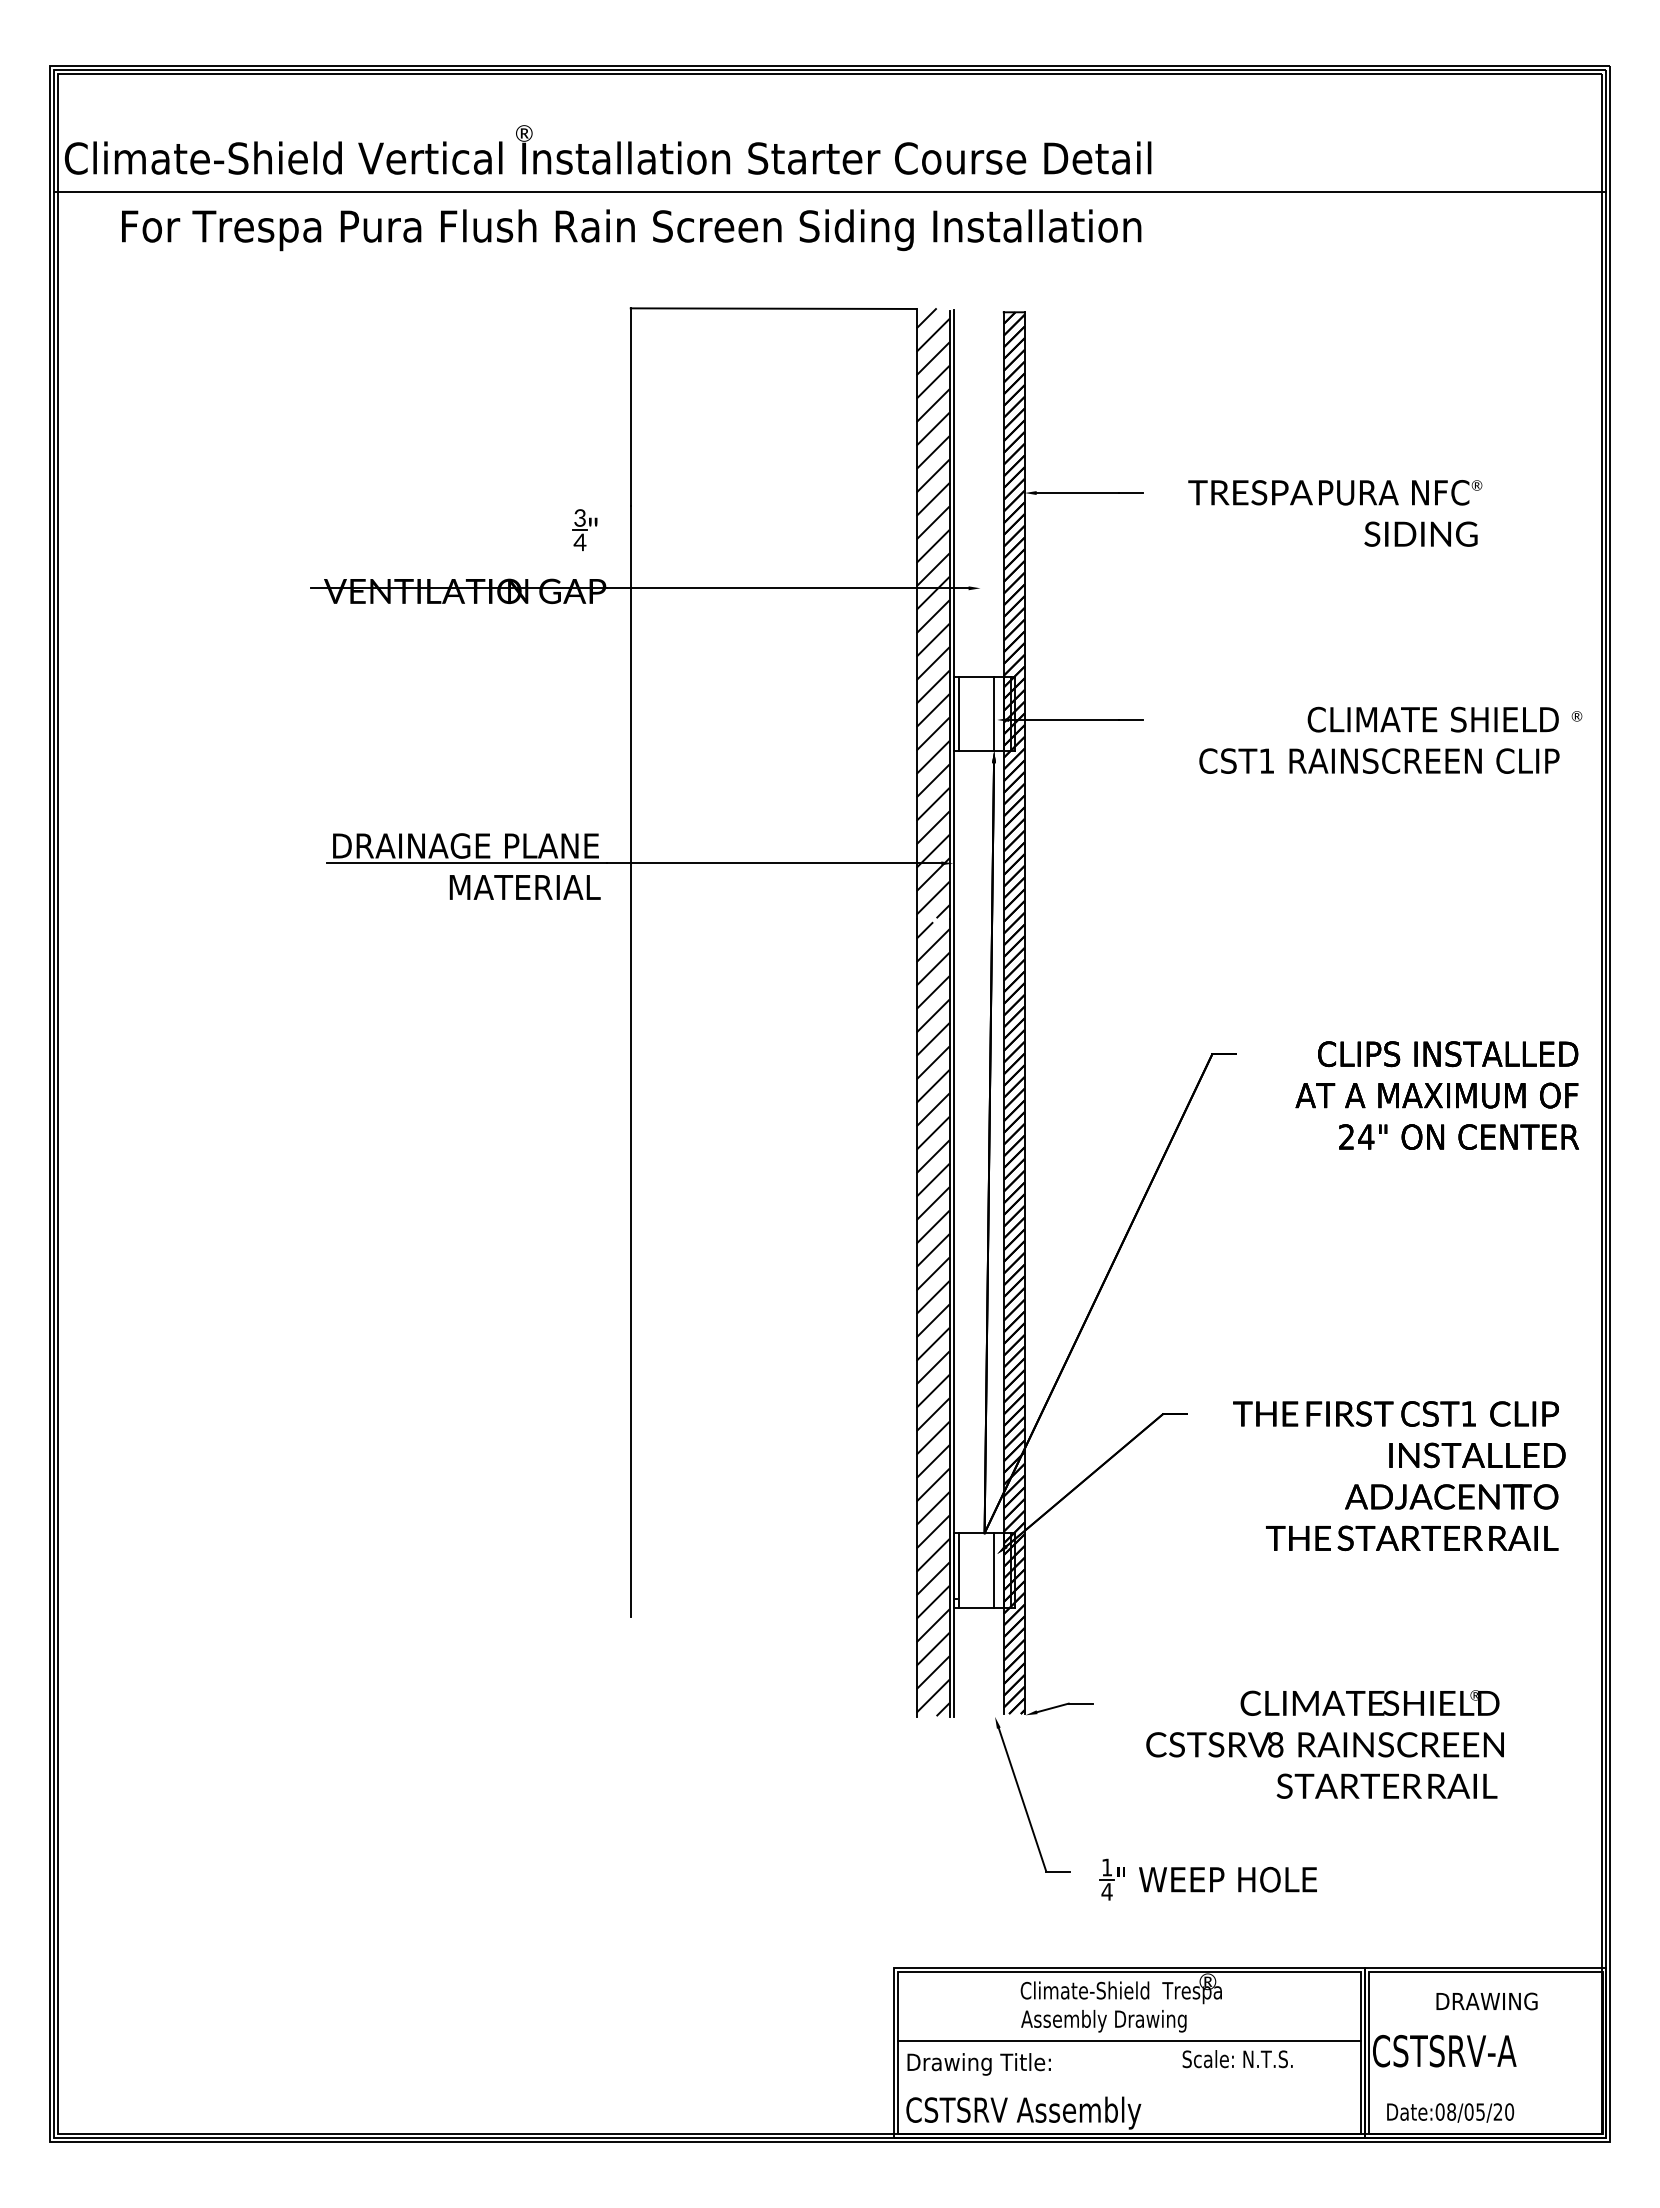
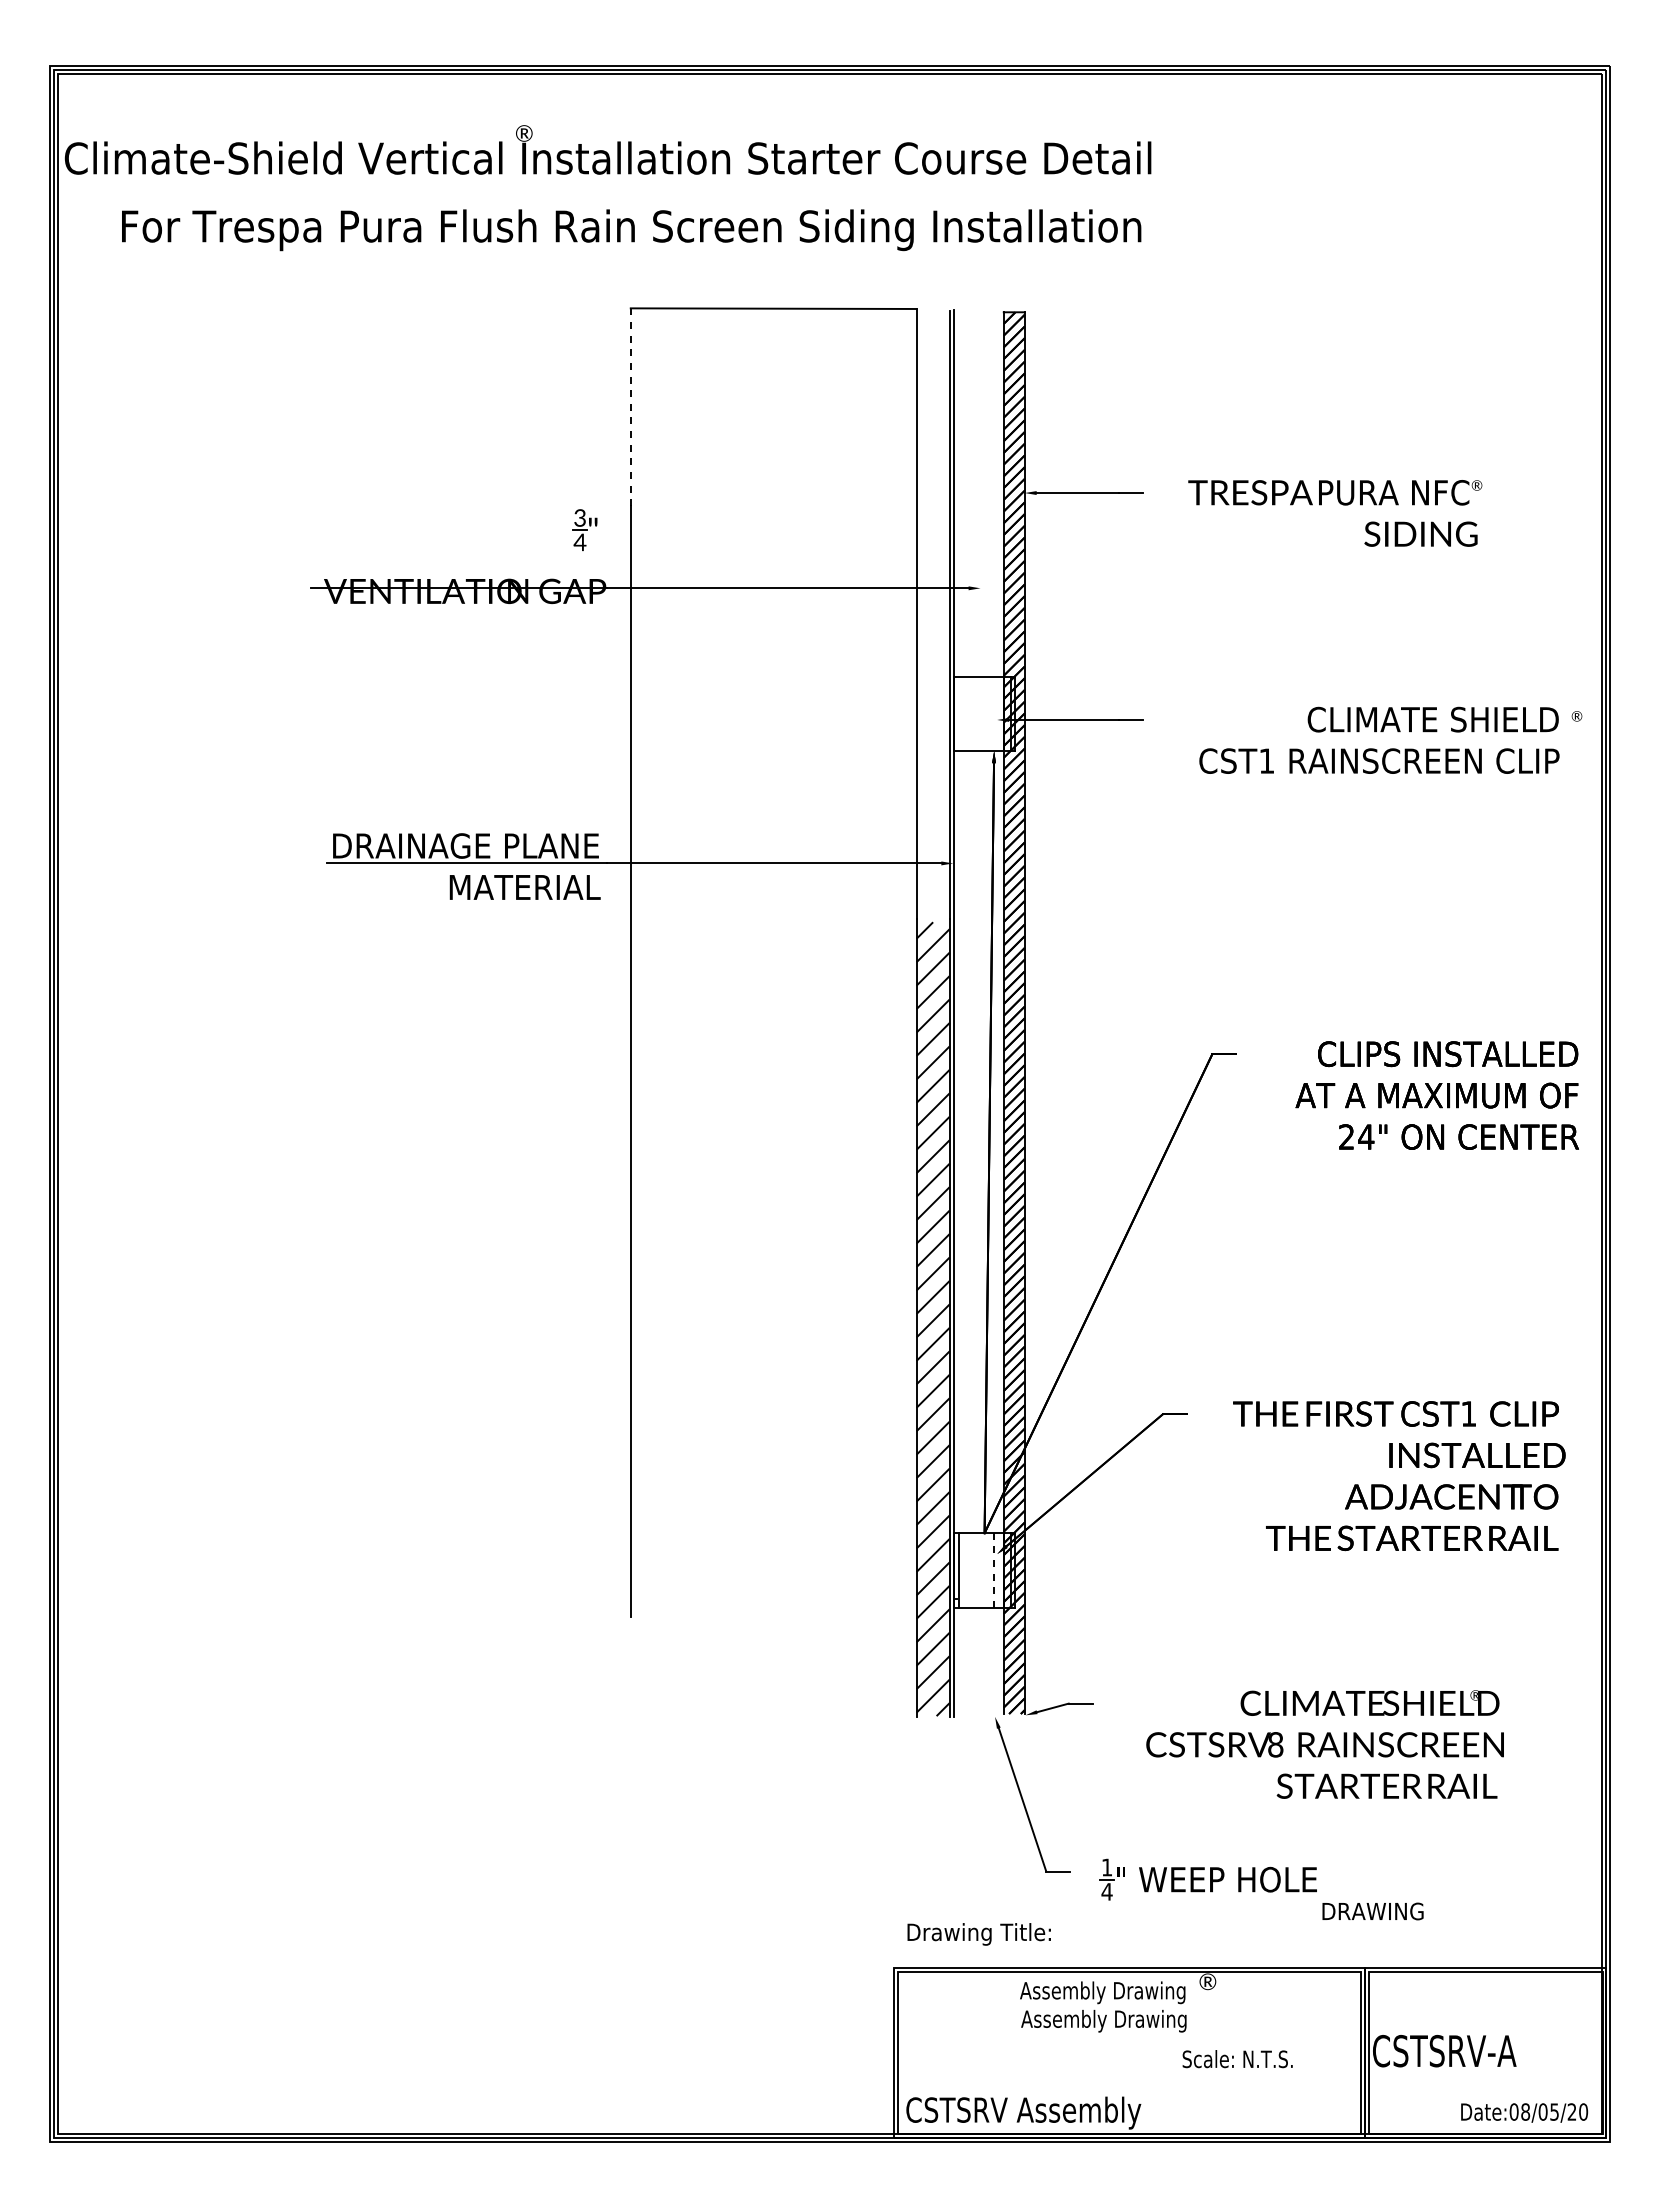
line at (829, 192): present -> none
line at (630, 407): solid -> dashed
hatch at (932, 613): present -> none
line at (959, 713): present -> none
line at (994, 713): present -> none
line at (994, 1569): solid -> dashed
text at (1120, 1992): Climate-Shield  Trespa -> Assembly Drawing
text at (1486, 2001) position: (1486, 2001) -> (1372, 1911)
line at (1129, 2041): present -> none
text at (978, 2064) position: (978, 2064) -> (978, 1934)
text at (1450, 2112) position: (1450, 2112) -> (1524, 2112)
